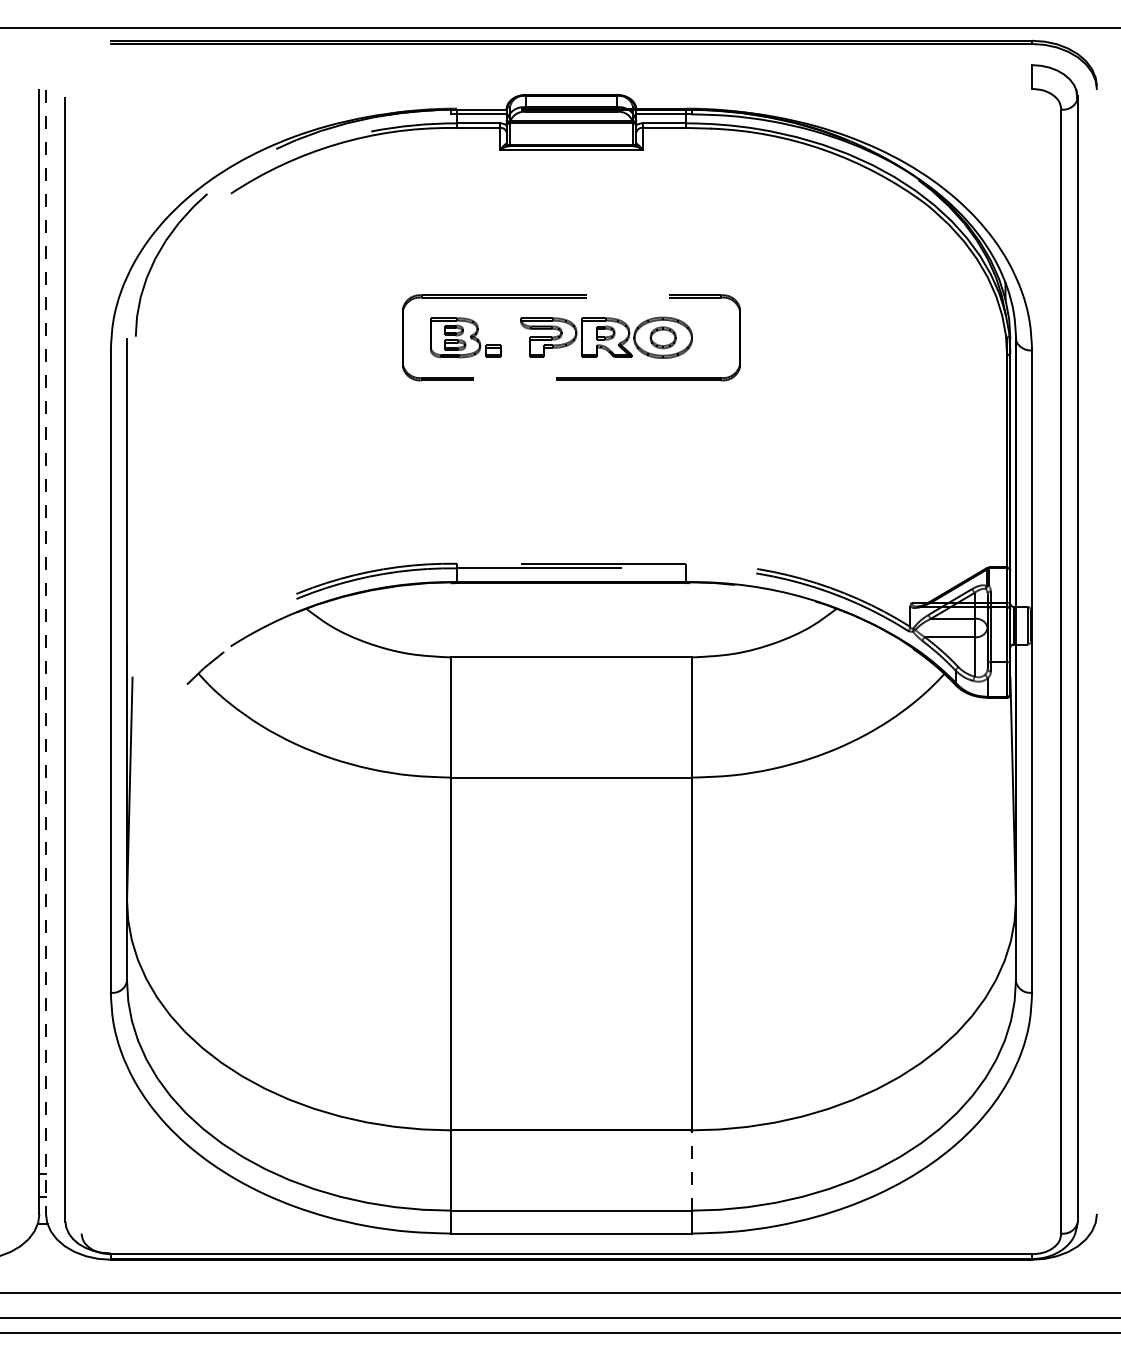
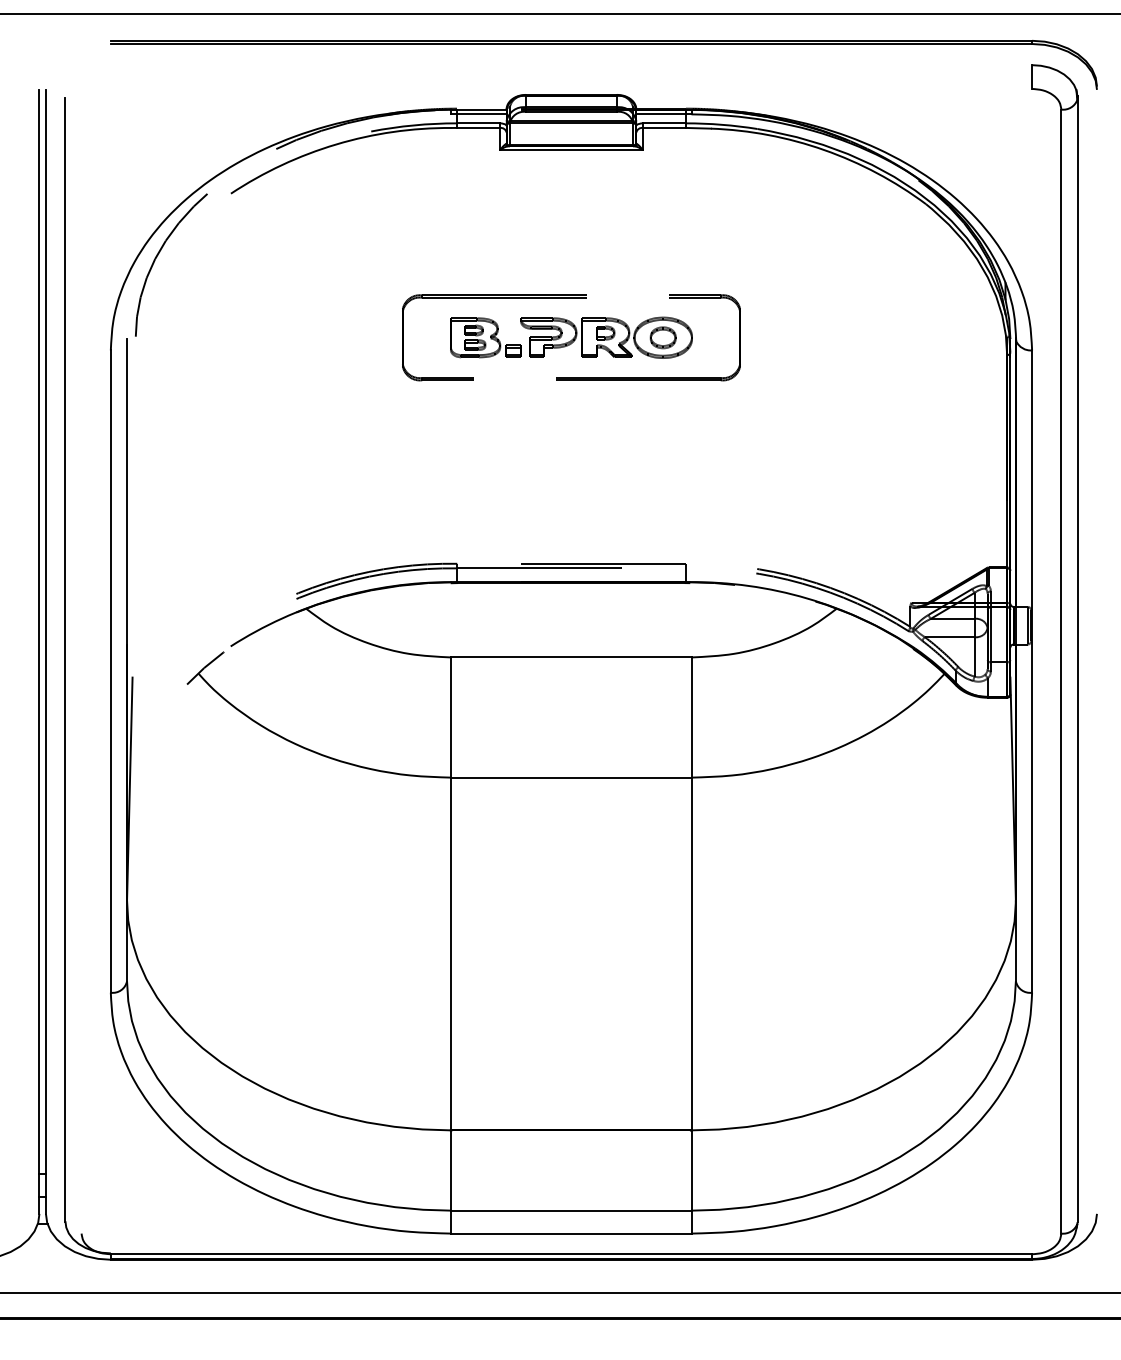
line at (559, 27) position: (559, 27) -> (559, 13)
part at (465, 337) position: (465, 337) -> (485, 337)
line at (45, 651): dashed -> solid
line at (691, 1170): dashed -> solid
line at (559, 1333) position: (559, 1333) -> (559, 1319)
